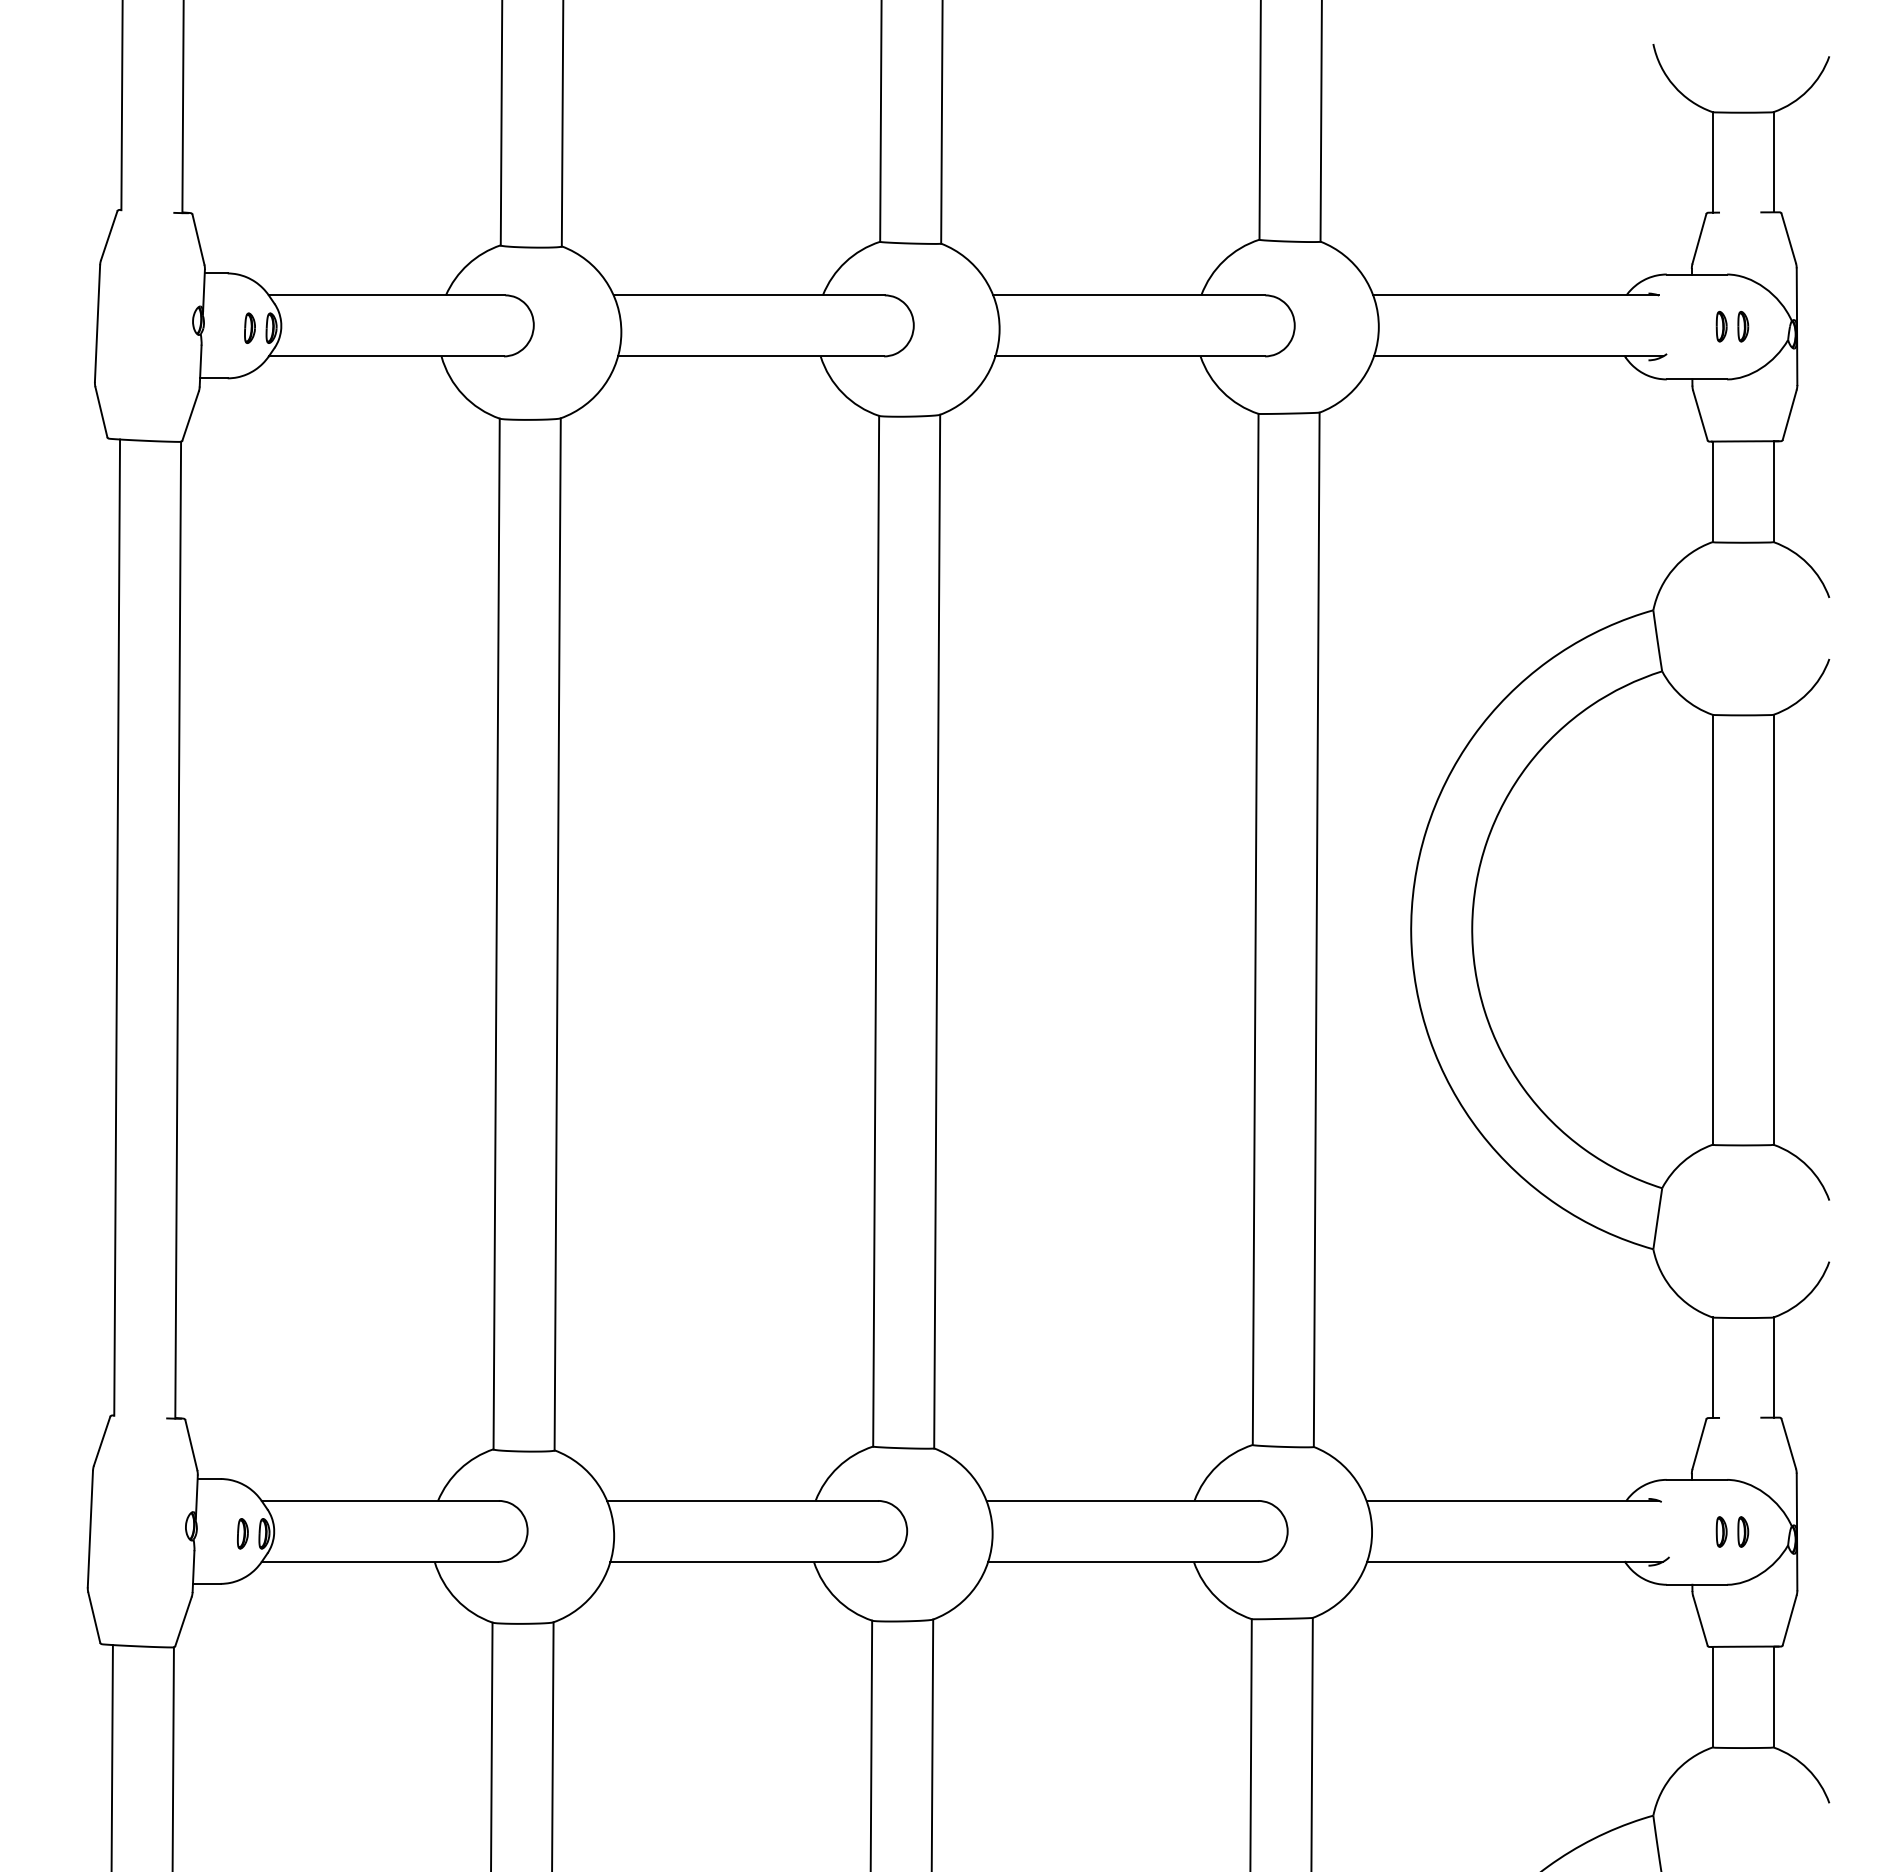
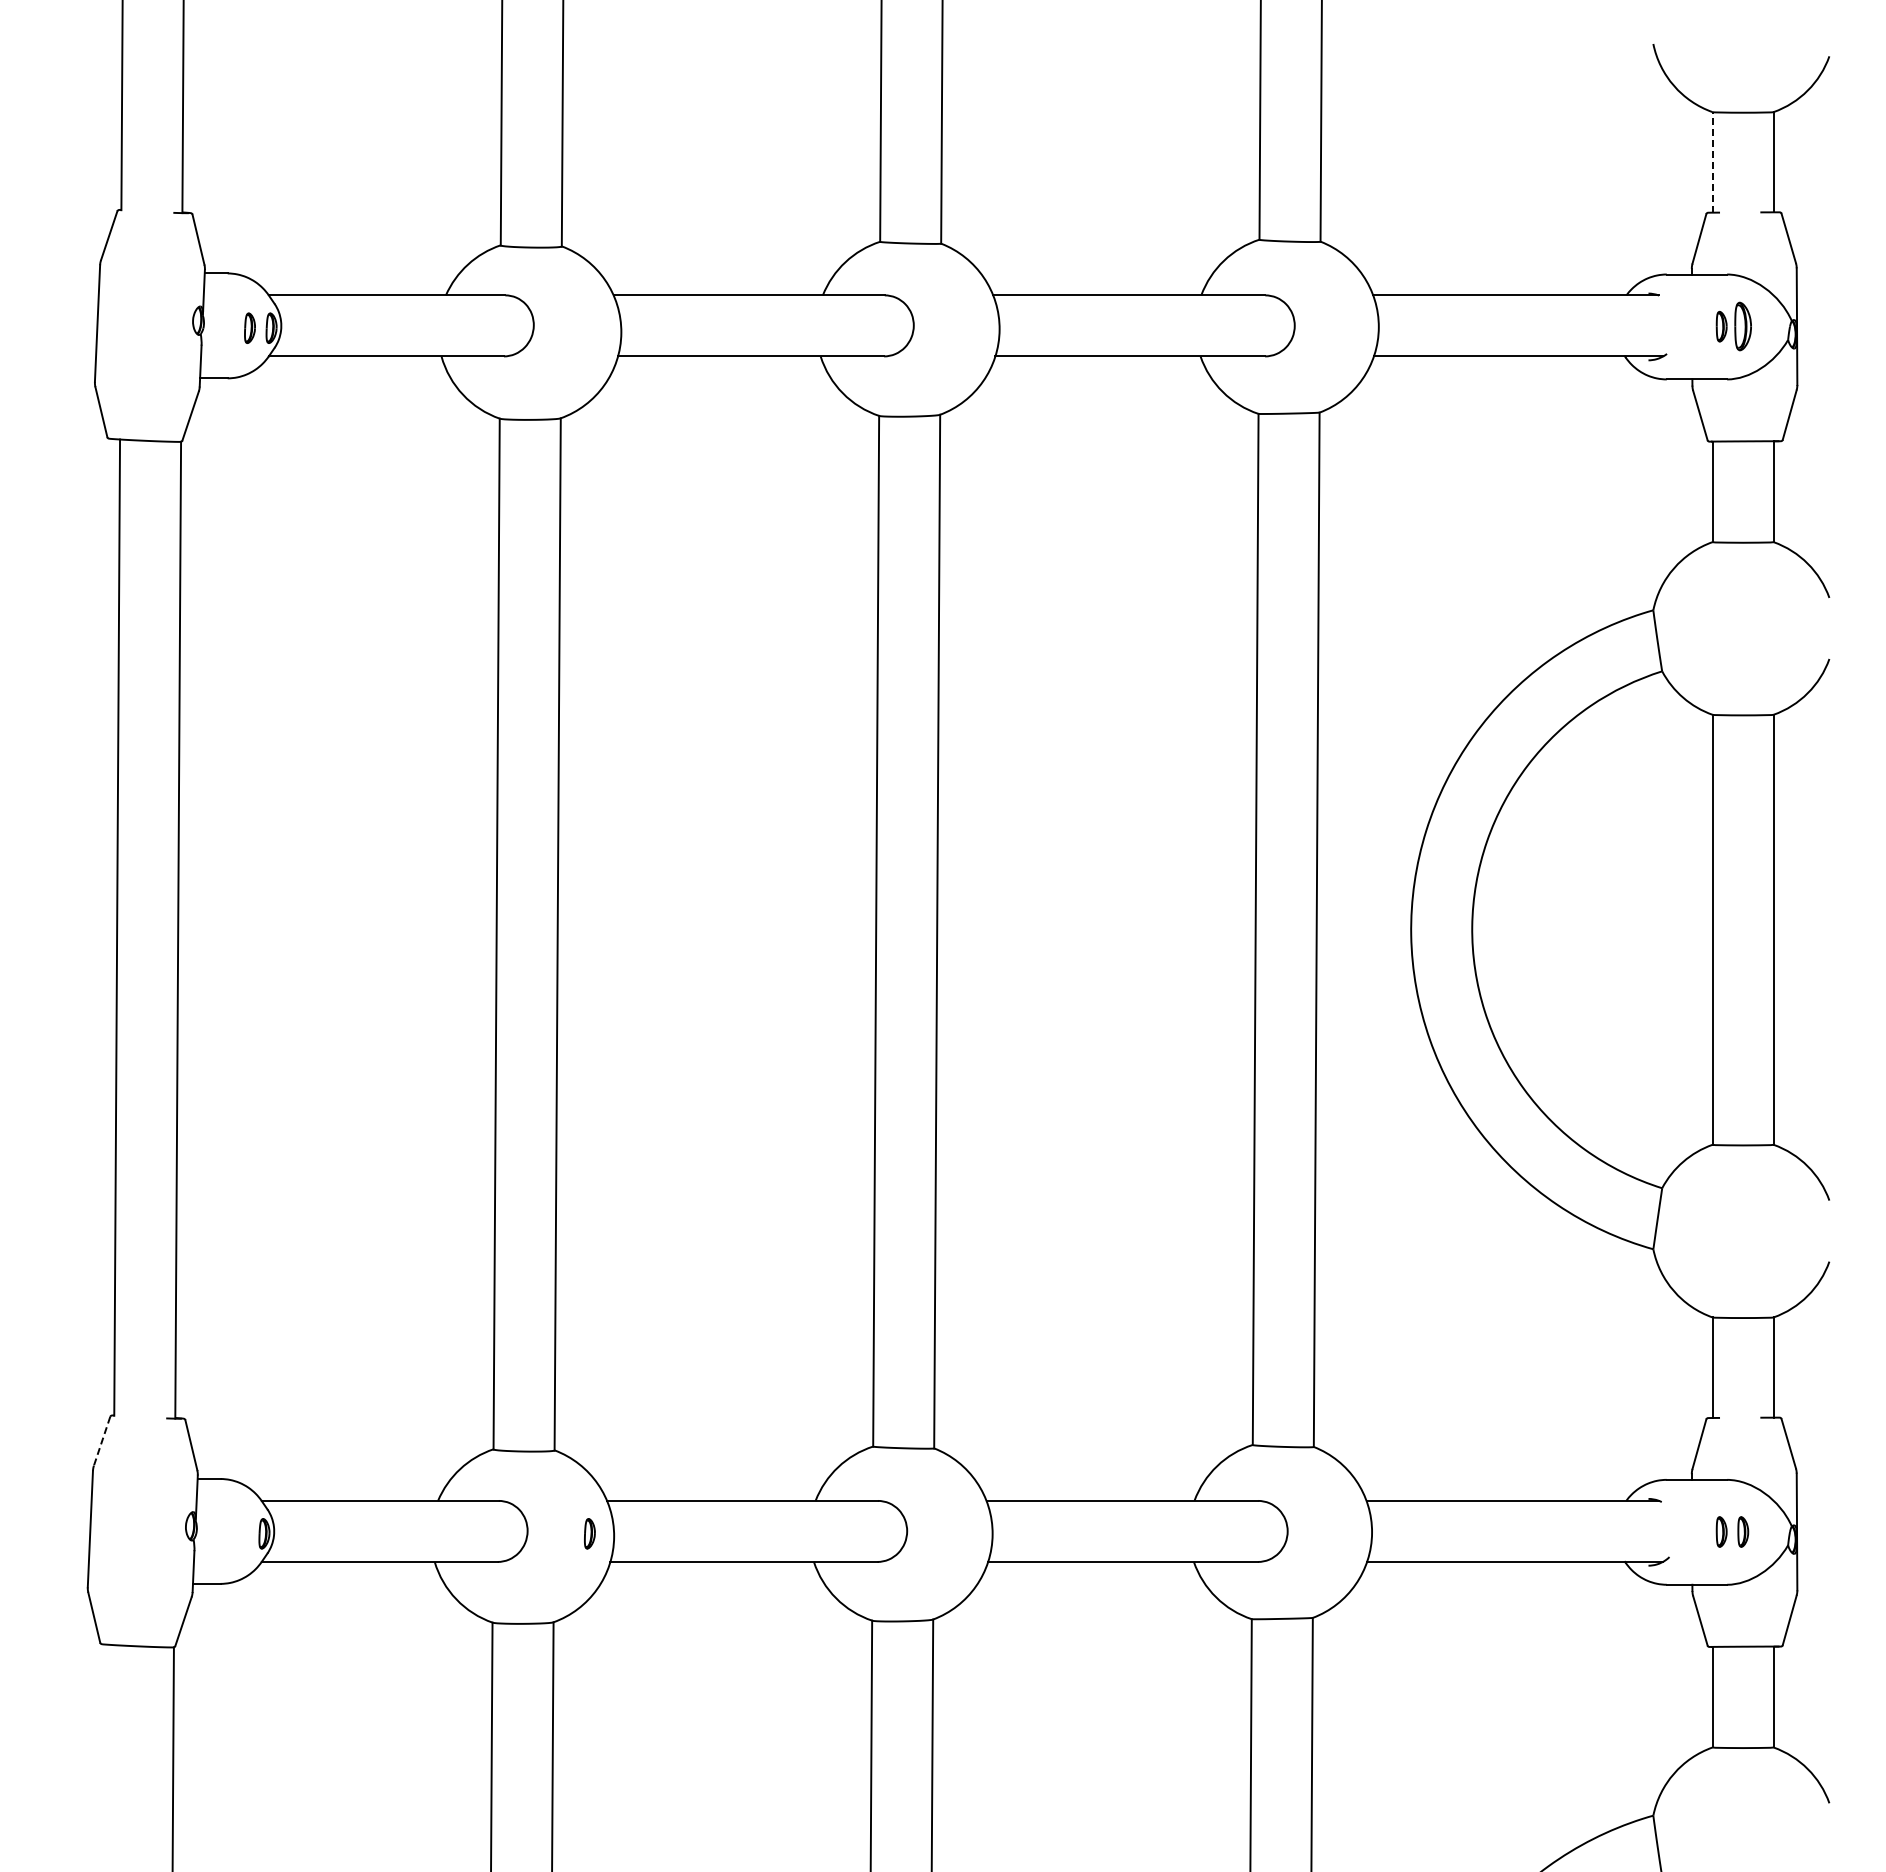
line at (1712, 161): solid -> dashed
part at (1743, 326) size: 13x32 px -> 18x51 px
line at (102, 1441): solid -> dashed
part at (242, 1533) position: (242, 1533) -> (589, 1533)
line at (111, 1756): present -> none
